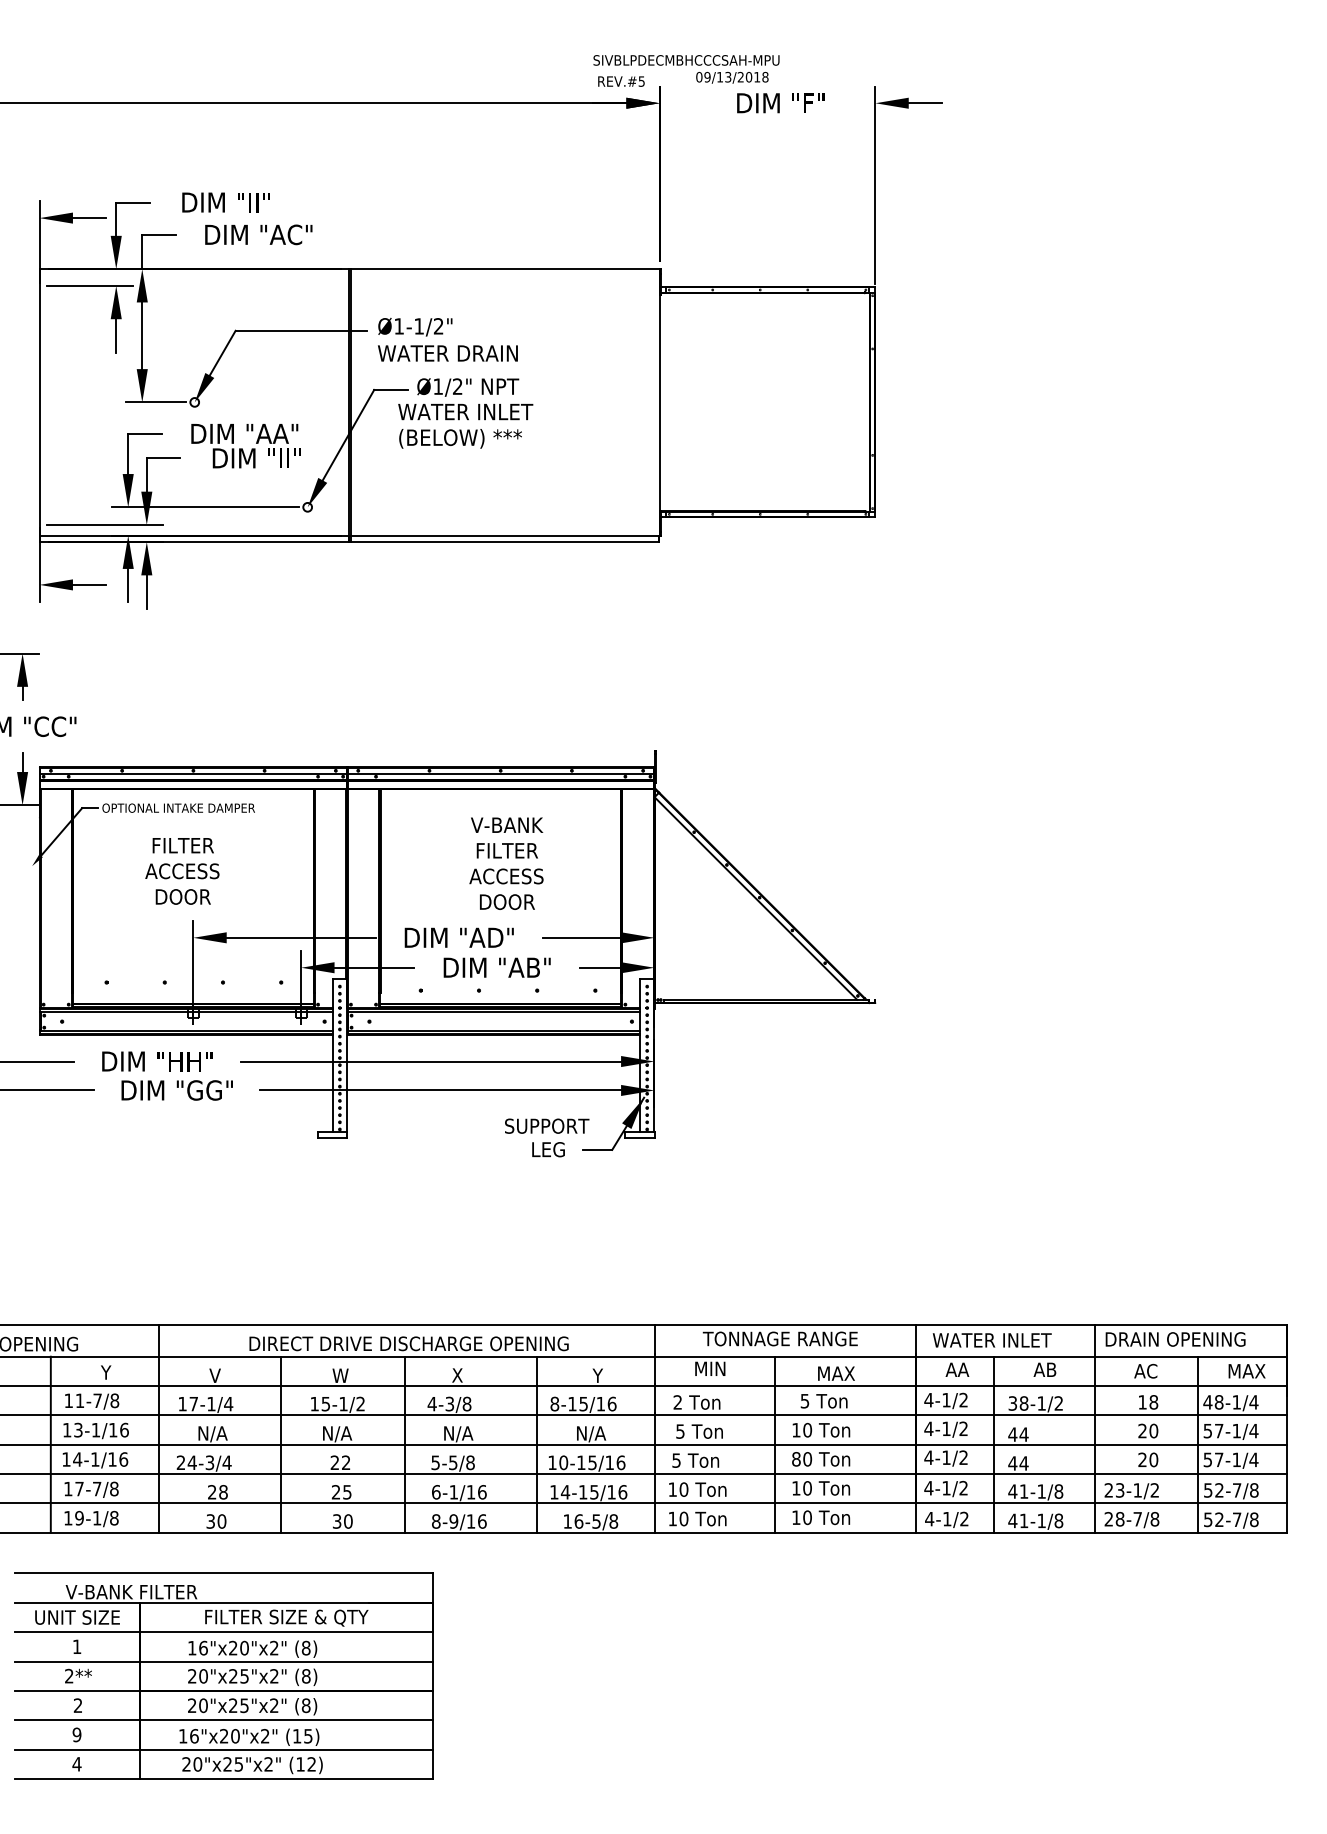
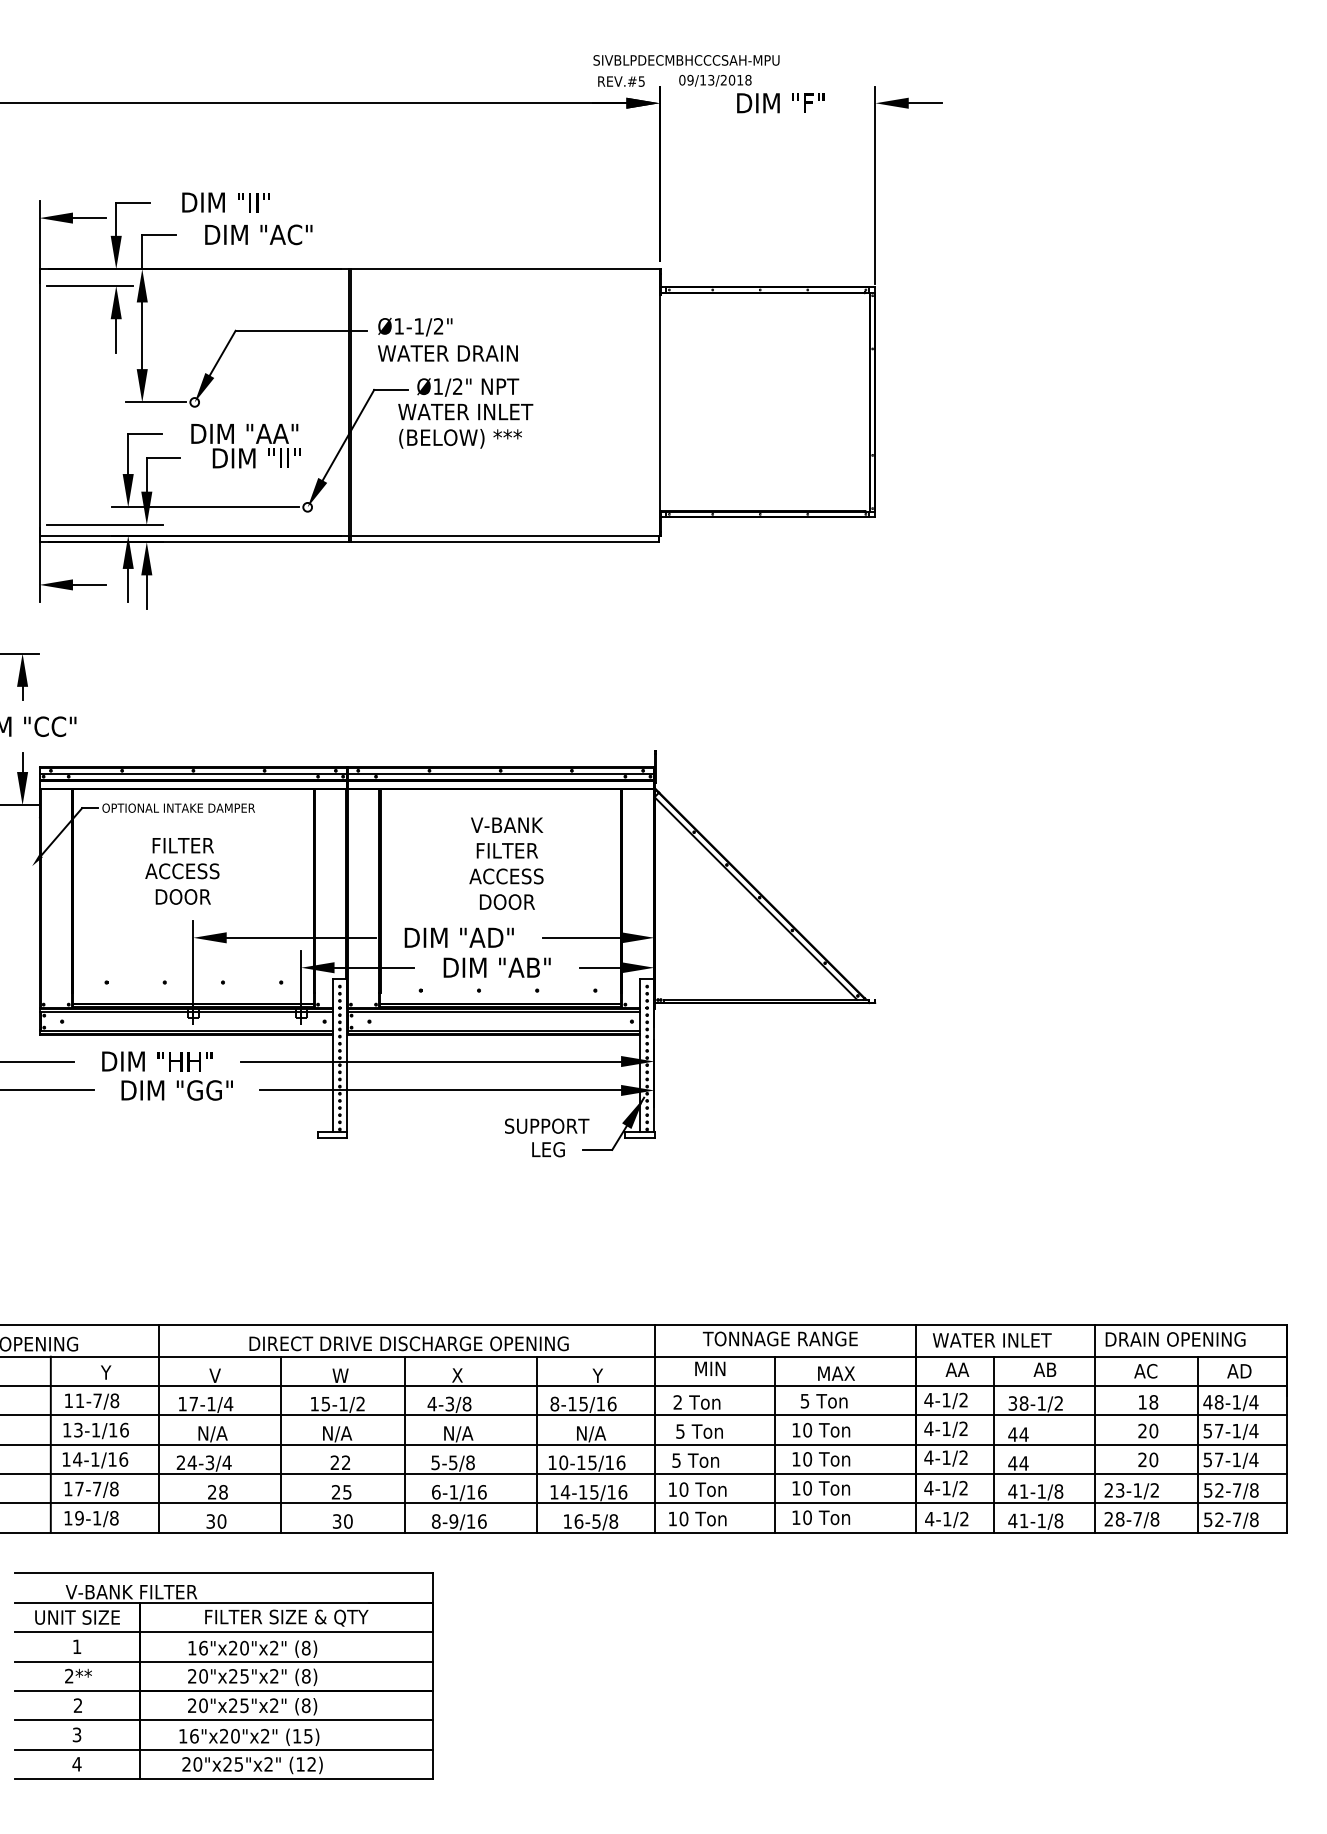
text at (732, 77) position: (732, 77) -> (715, 80)
text at (1246, 1371): MAX -> AD
text at (796, 1459): 80 -> 10
text at (76, 1734): 9 -> 3
